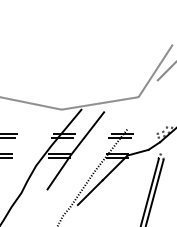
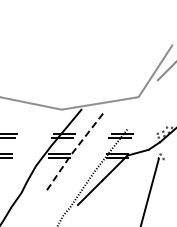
line at (74, 150): solid -> dashed
line at (154, 191): present -> none
